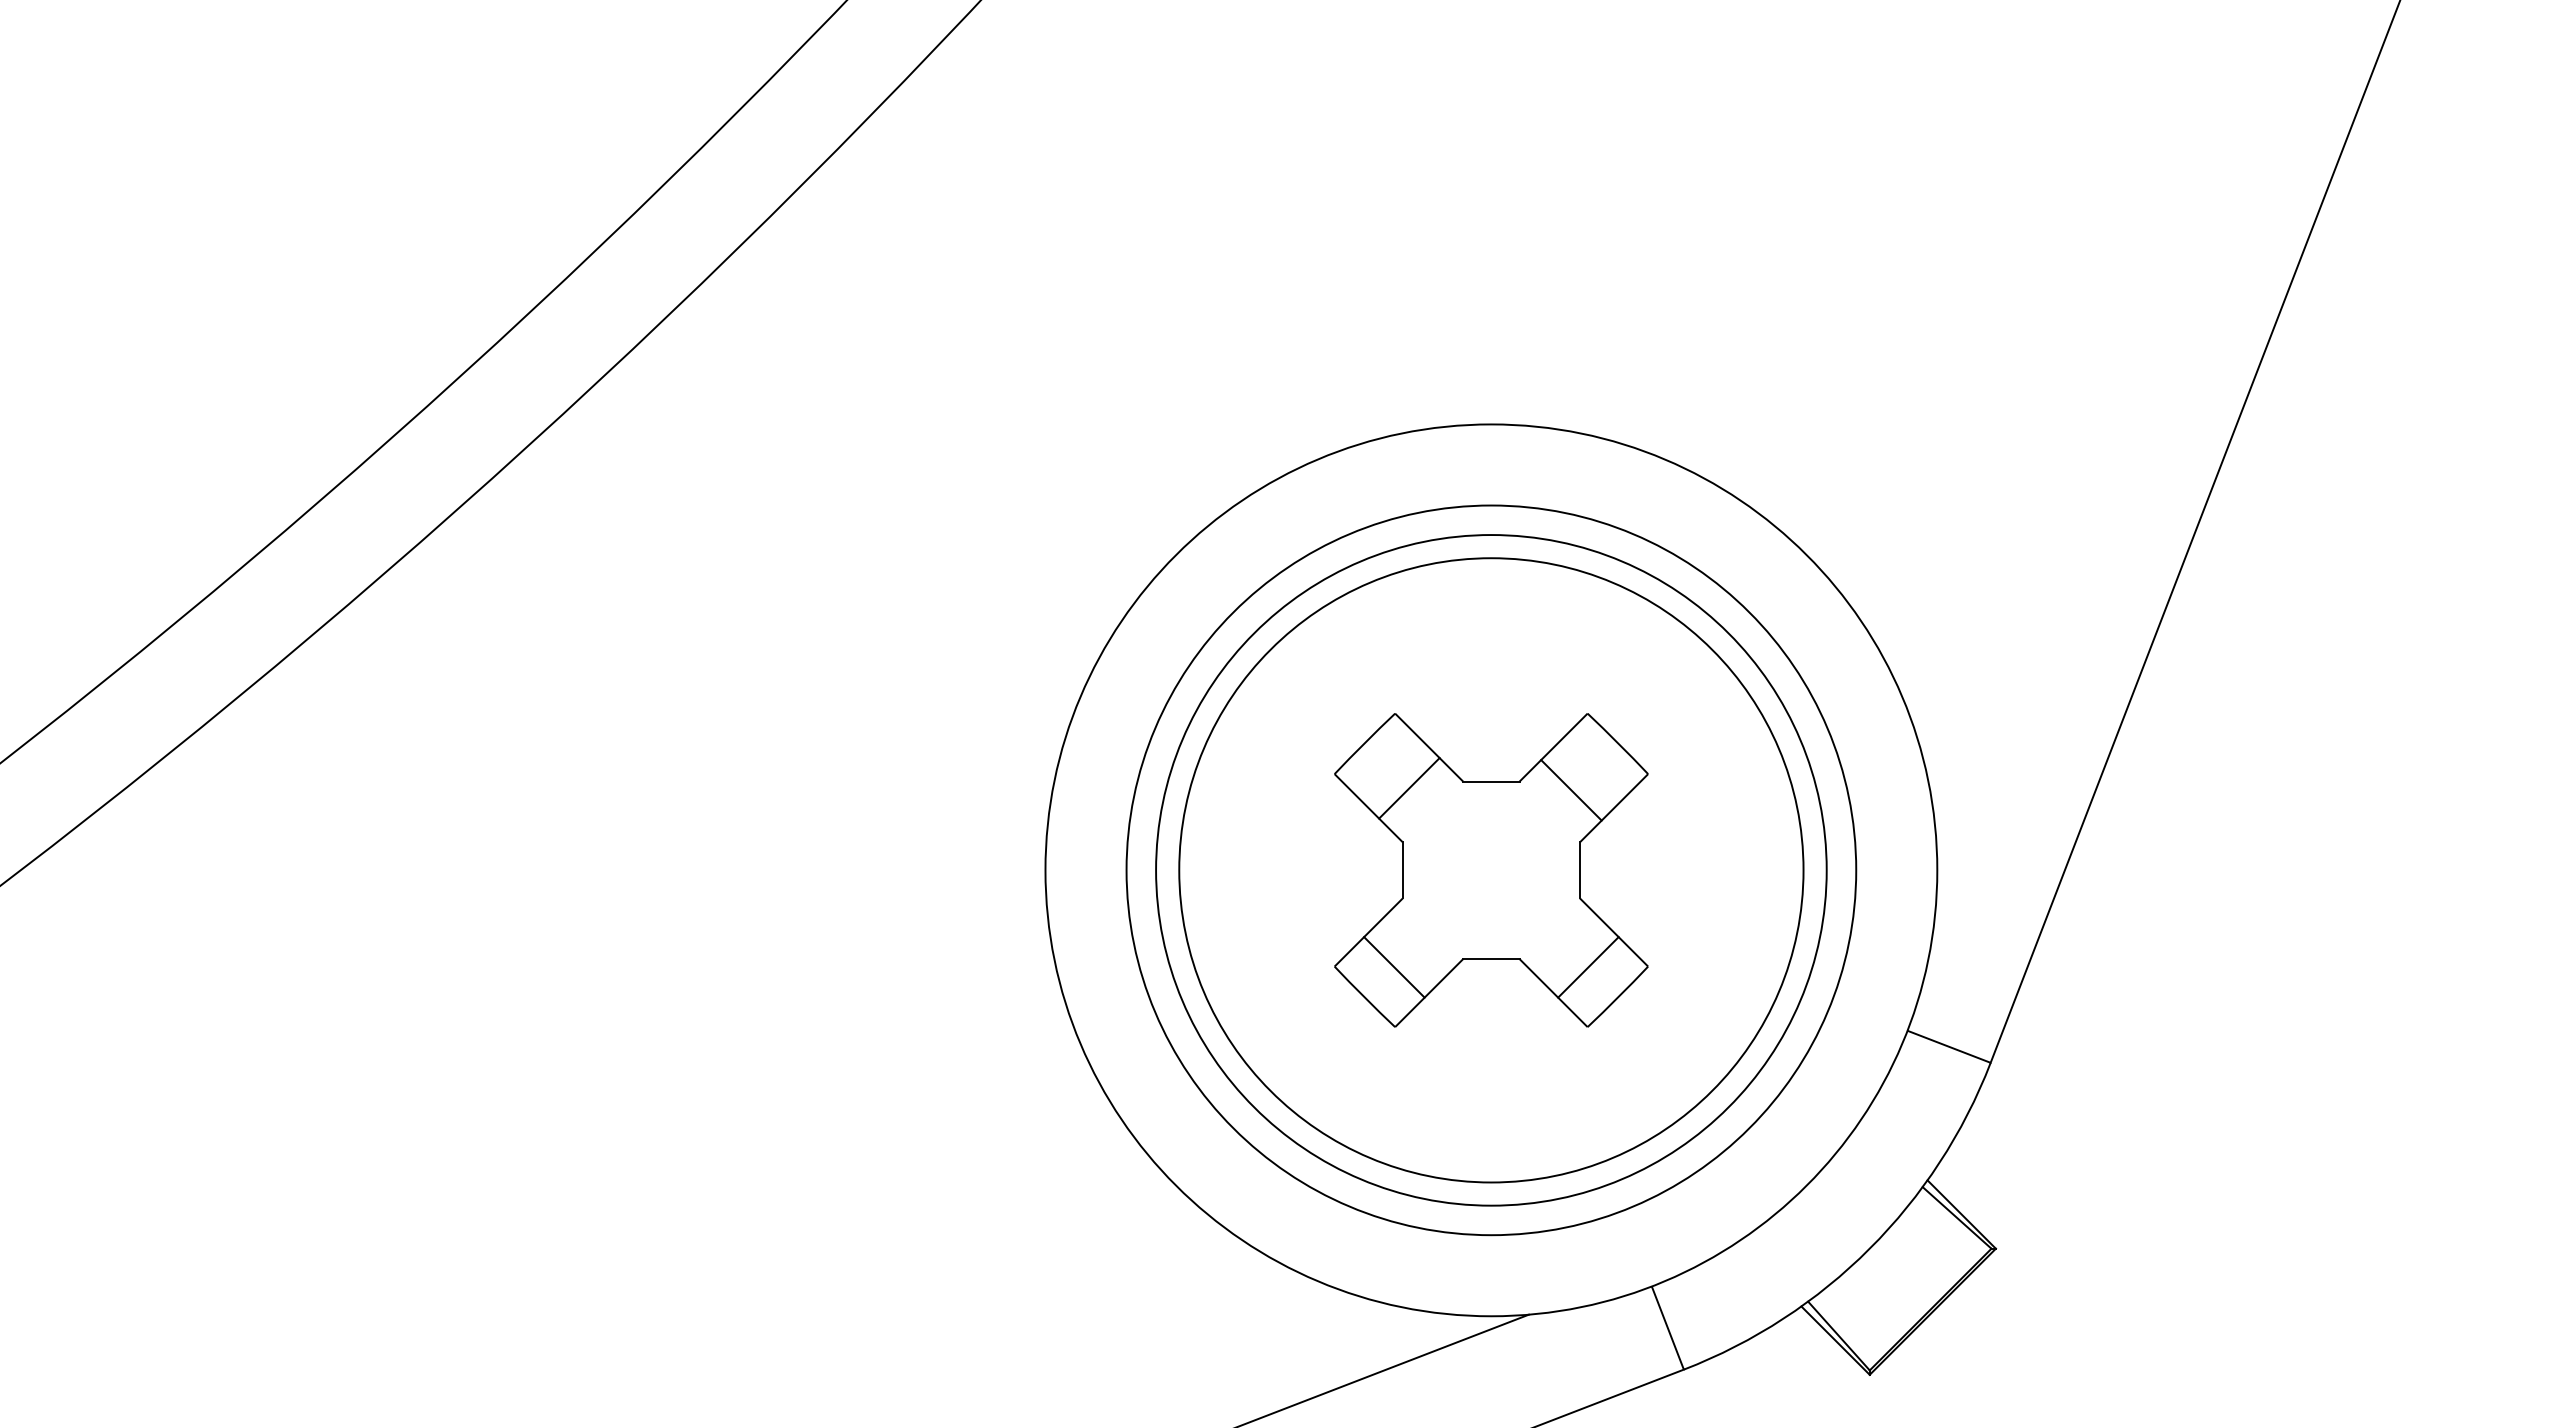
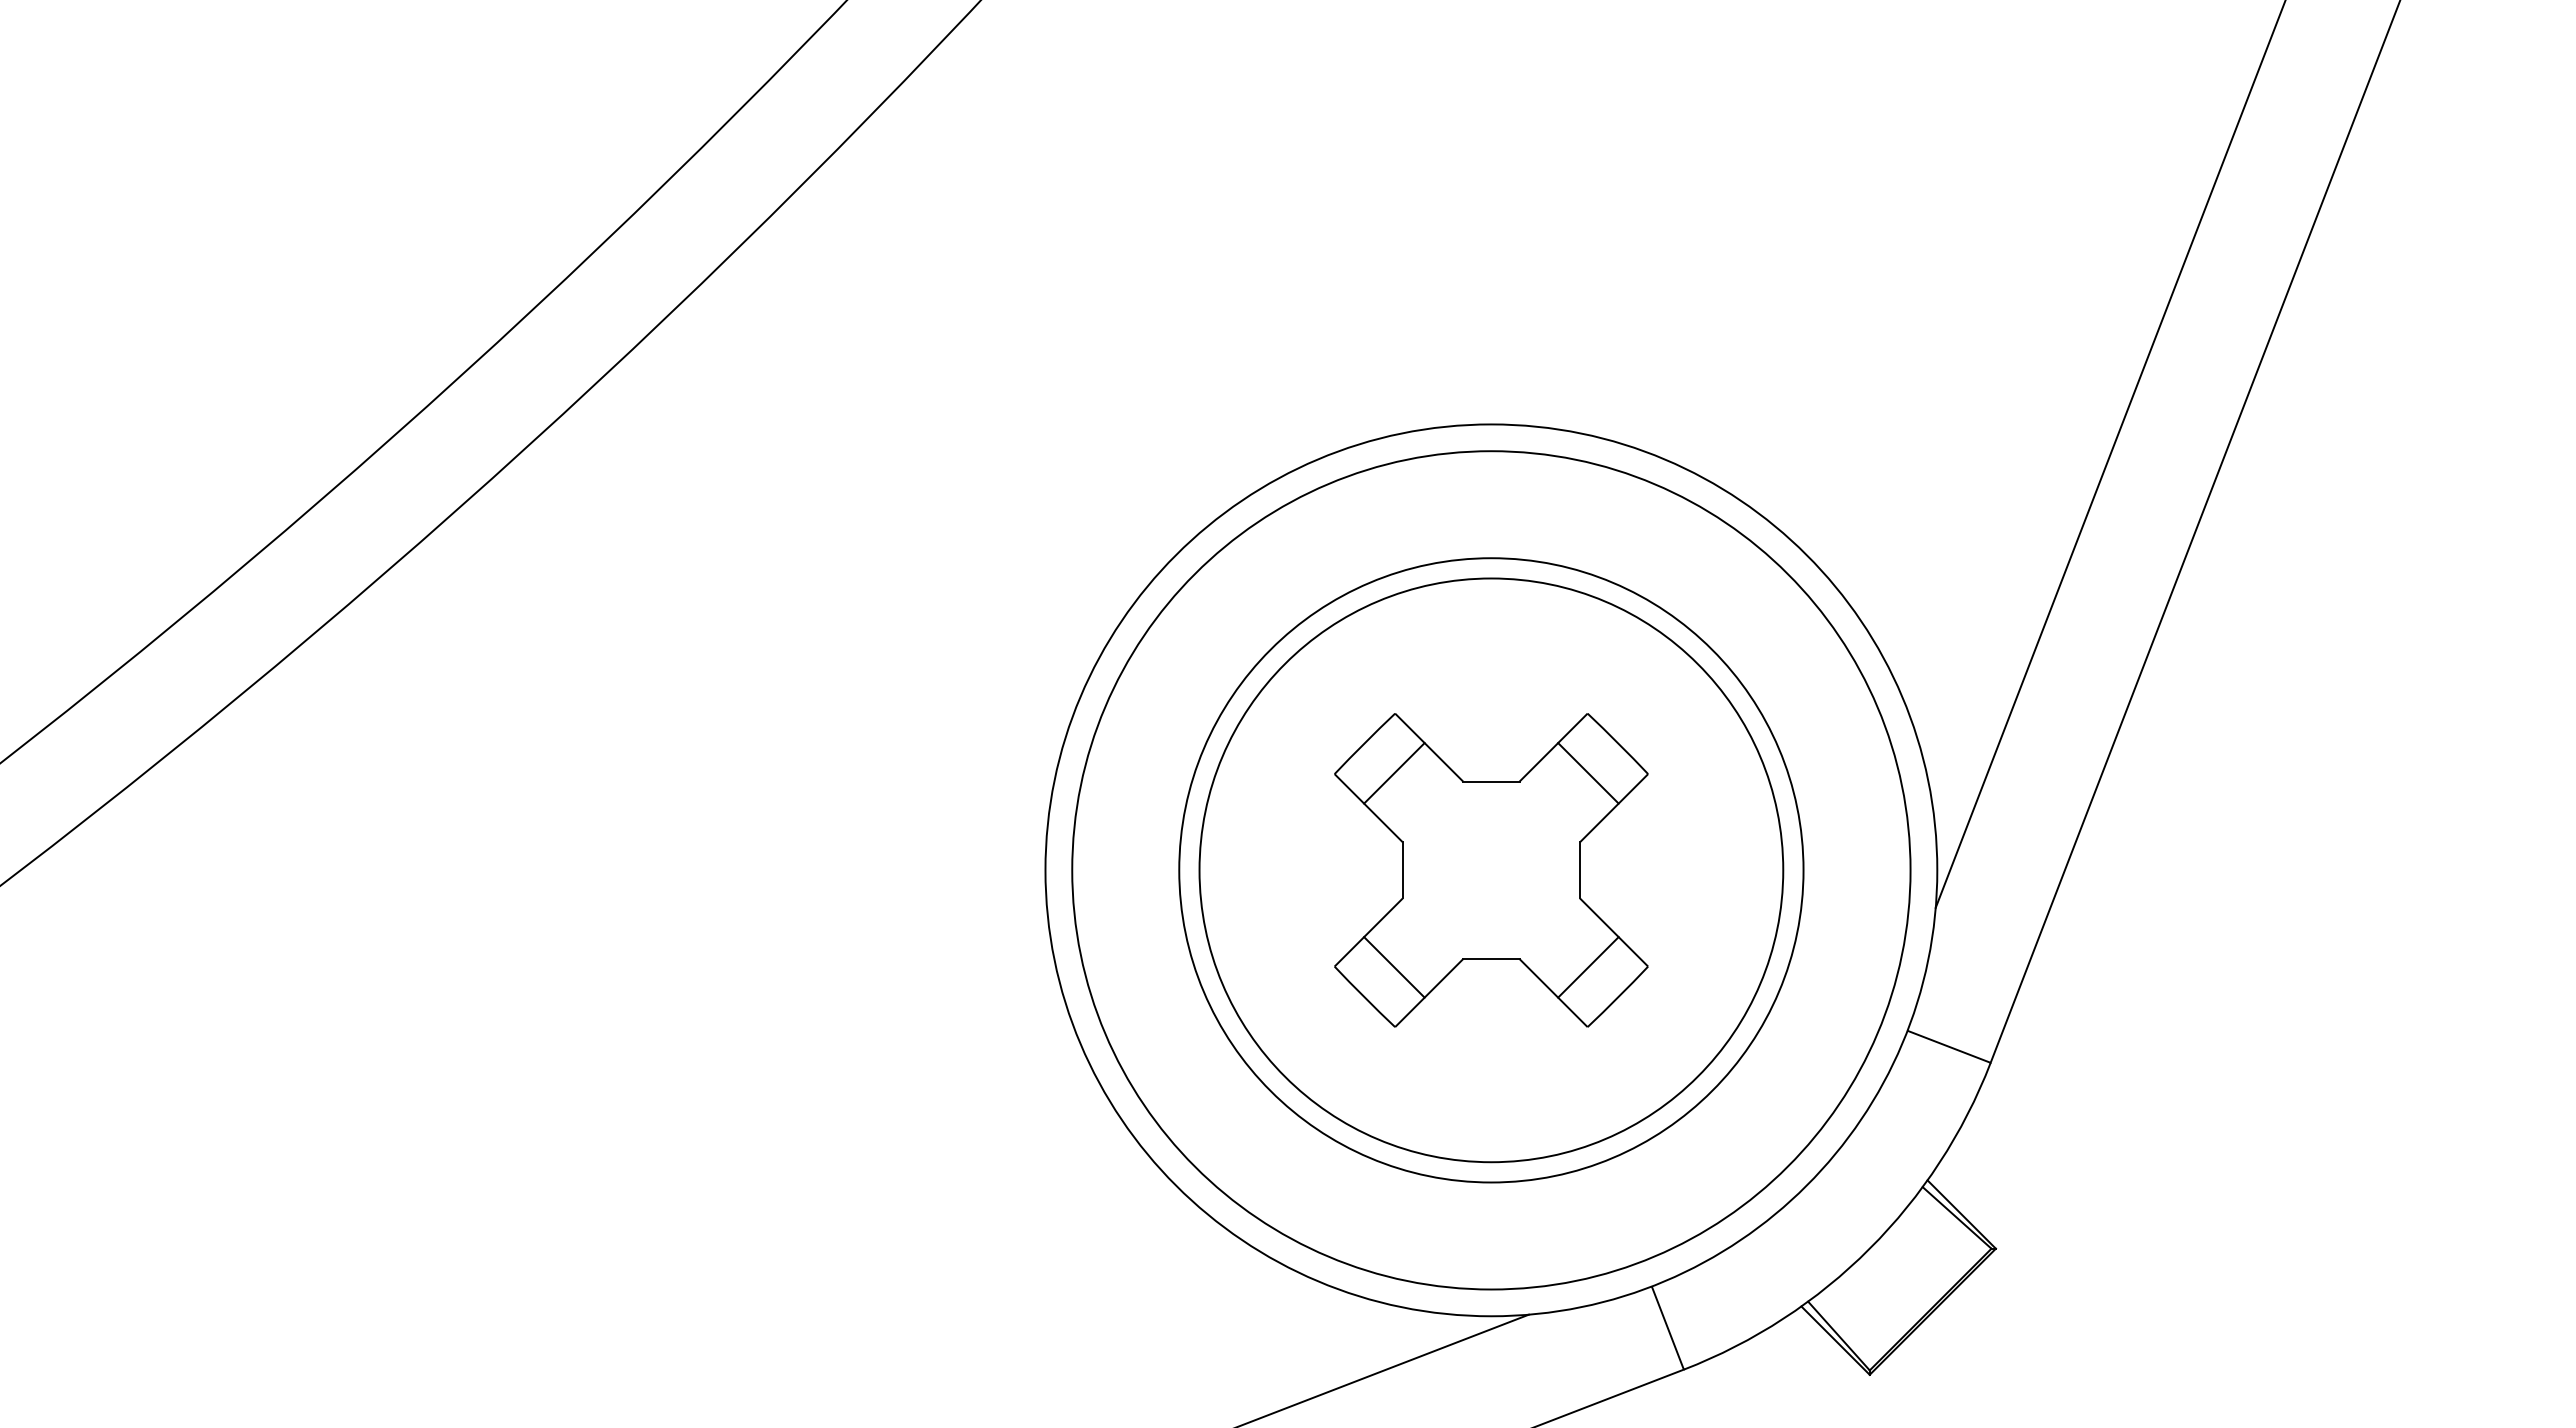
line at (2109, 454): none -> present
line at (1409, 788) position: (1409, 788) -> (1394, 773)
line at (1571, 790) position: (1571, 790) -> (1588, 773)
circle at (1491, 870) diameter: 671 px -> 838 px
circle at (1491, 870) diameter: 730 px -> 584 px
